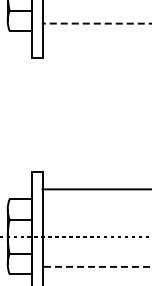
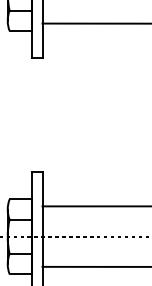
line at (96, 23): dashed -> solid
line at (95, 189) position: (95, 189) -> (95, 206)
line at (96, 266): dashed -> solid
